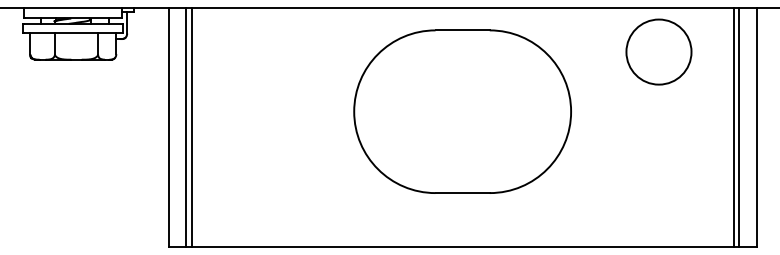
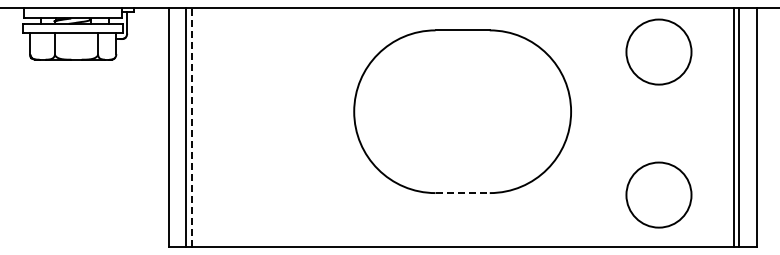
line at (191, 127): solid -> dashed
line at (463, 193): solid -> dashed
circle at (658, 194): none -> present
